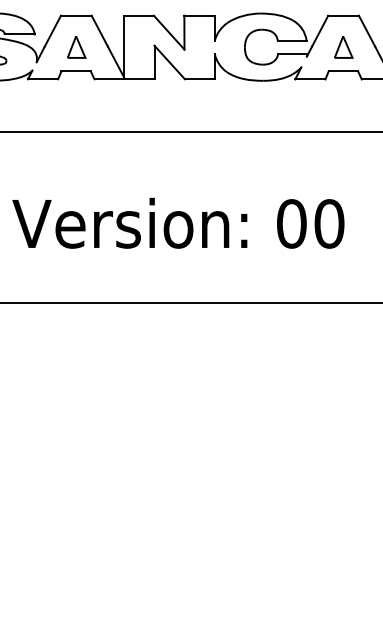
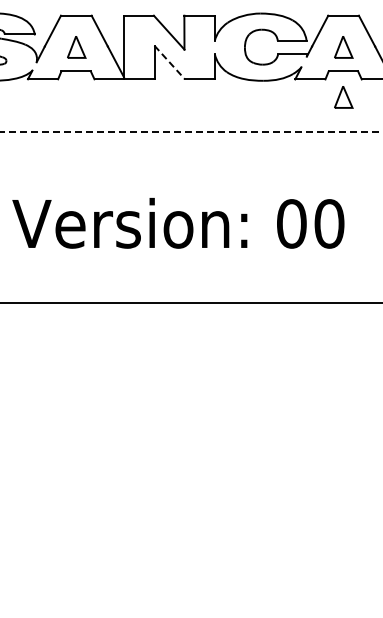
line at (169, 62): solid -> dashed
part at (343, 97): none -> present
line at (191, 131): solid -> dashed
